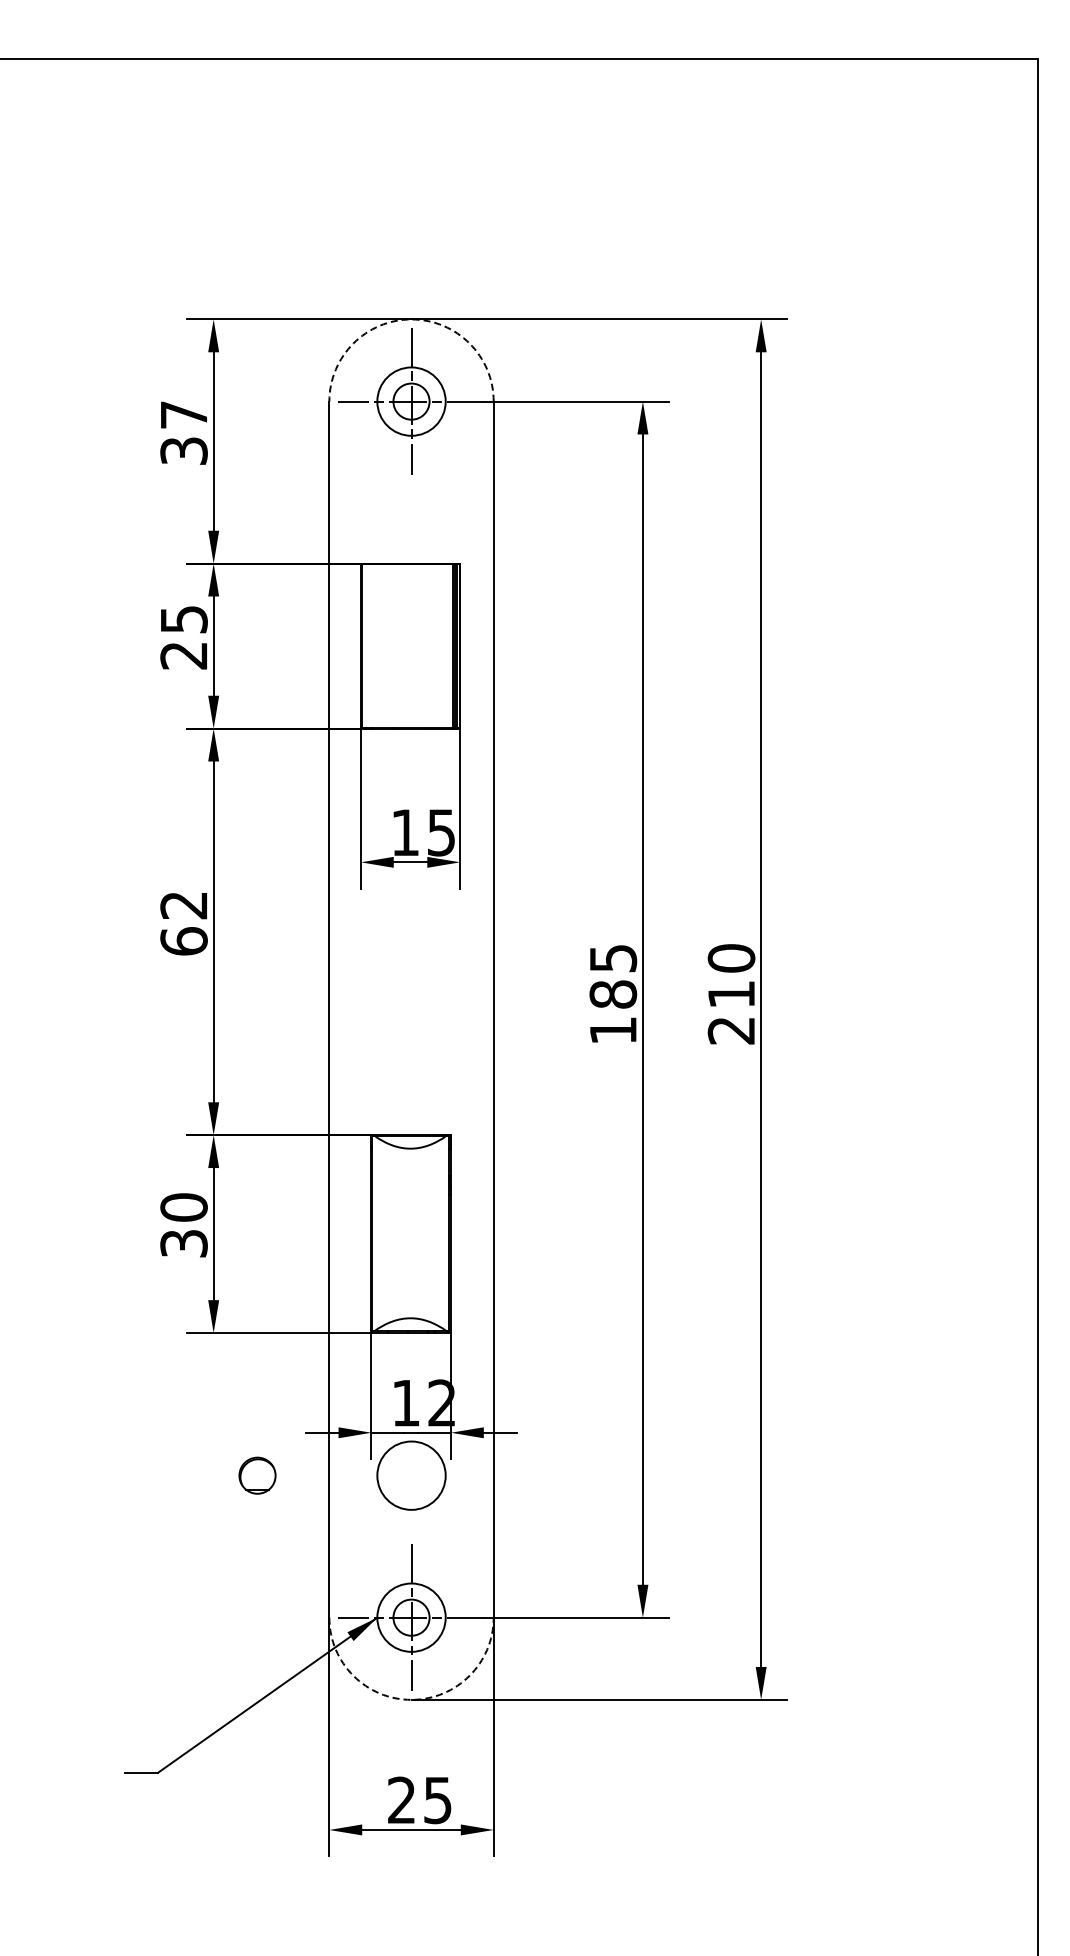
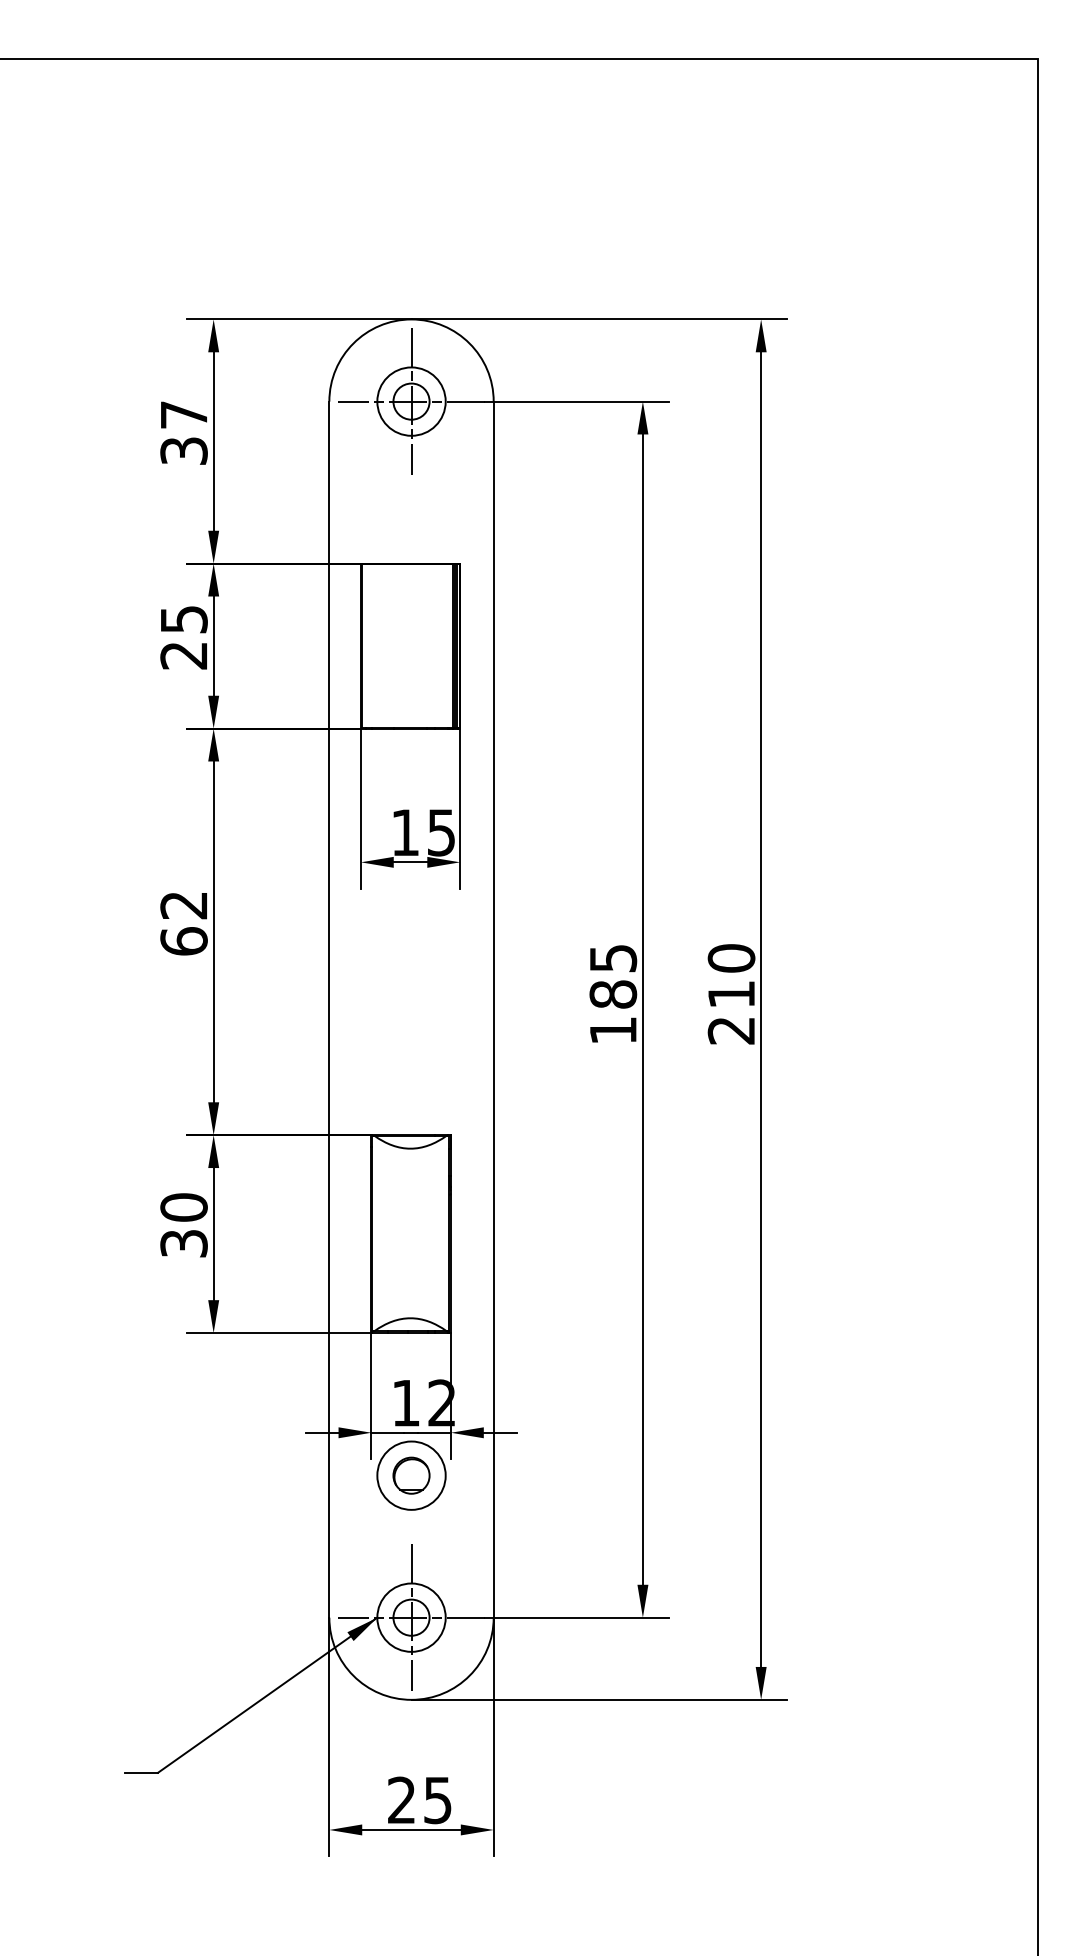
arc at (411, 319): dashed -> solid
part at (257, 1475) position: (257, 1475) -> (411, 1475)
arc at (411, 1699): dashed -> solid
